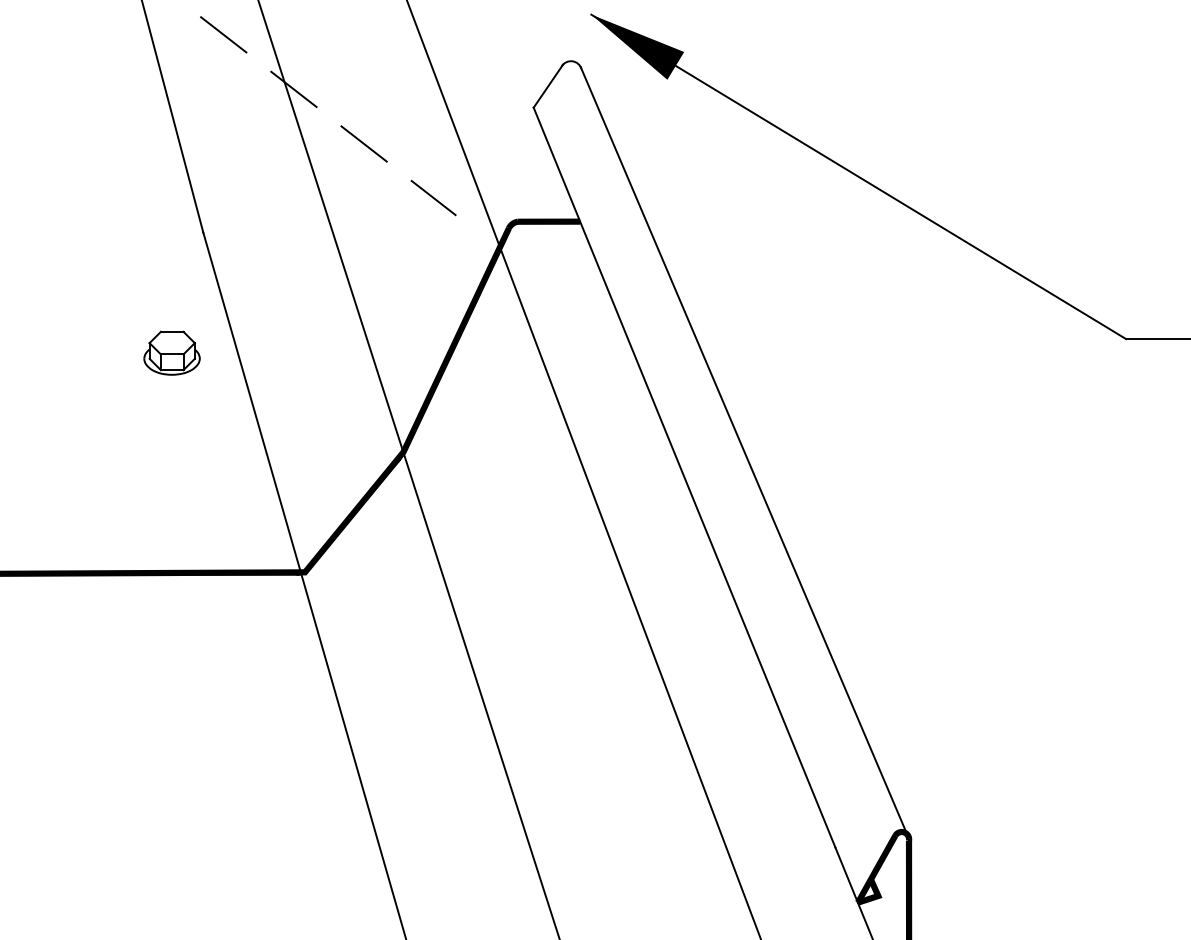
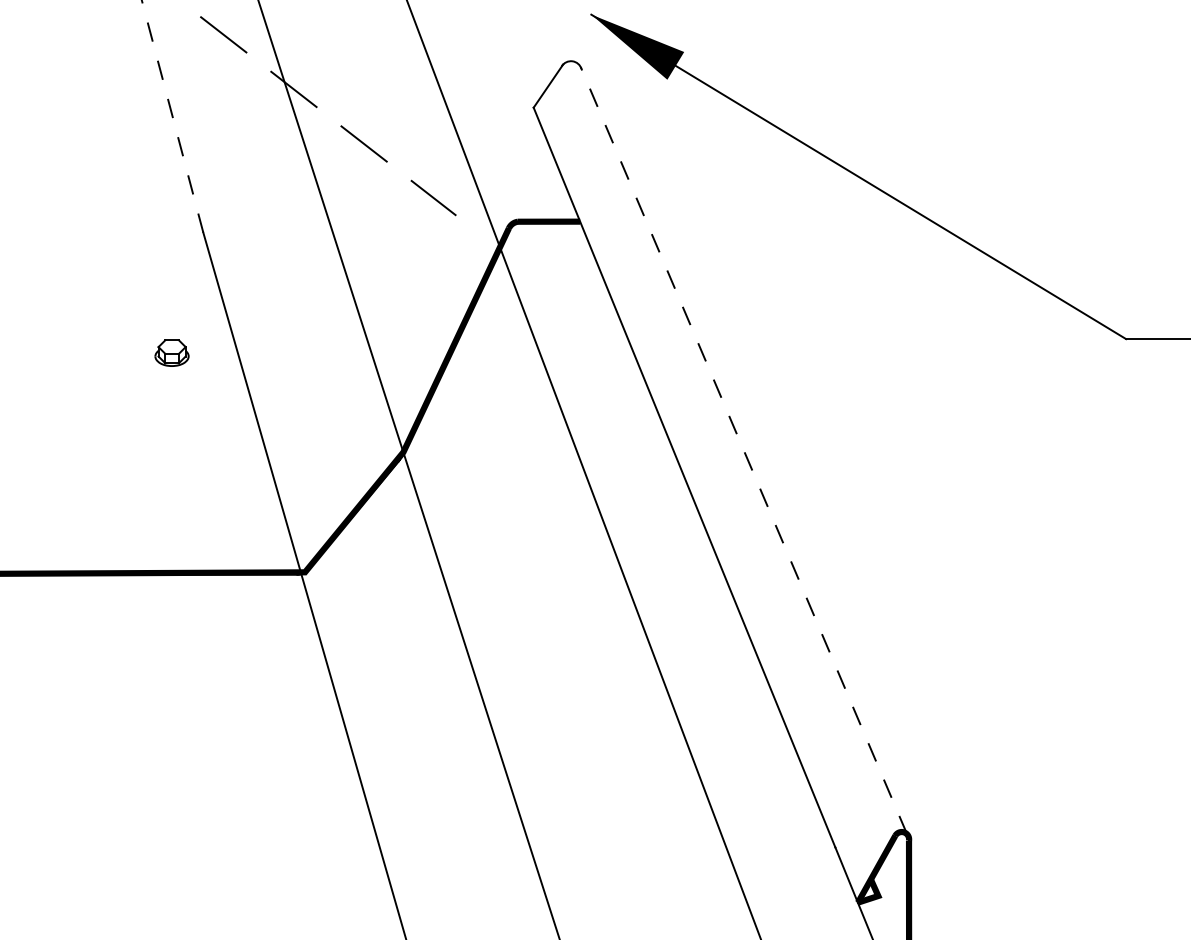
line at (172, 116): solid -> dashed
part at (171, 352) size: 58x46 px -> 36x28 px
line at (743, 450): solid -> dashed
